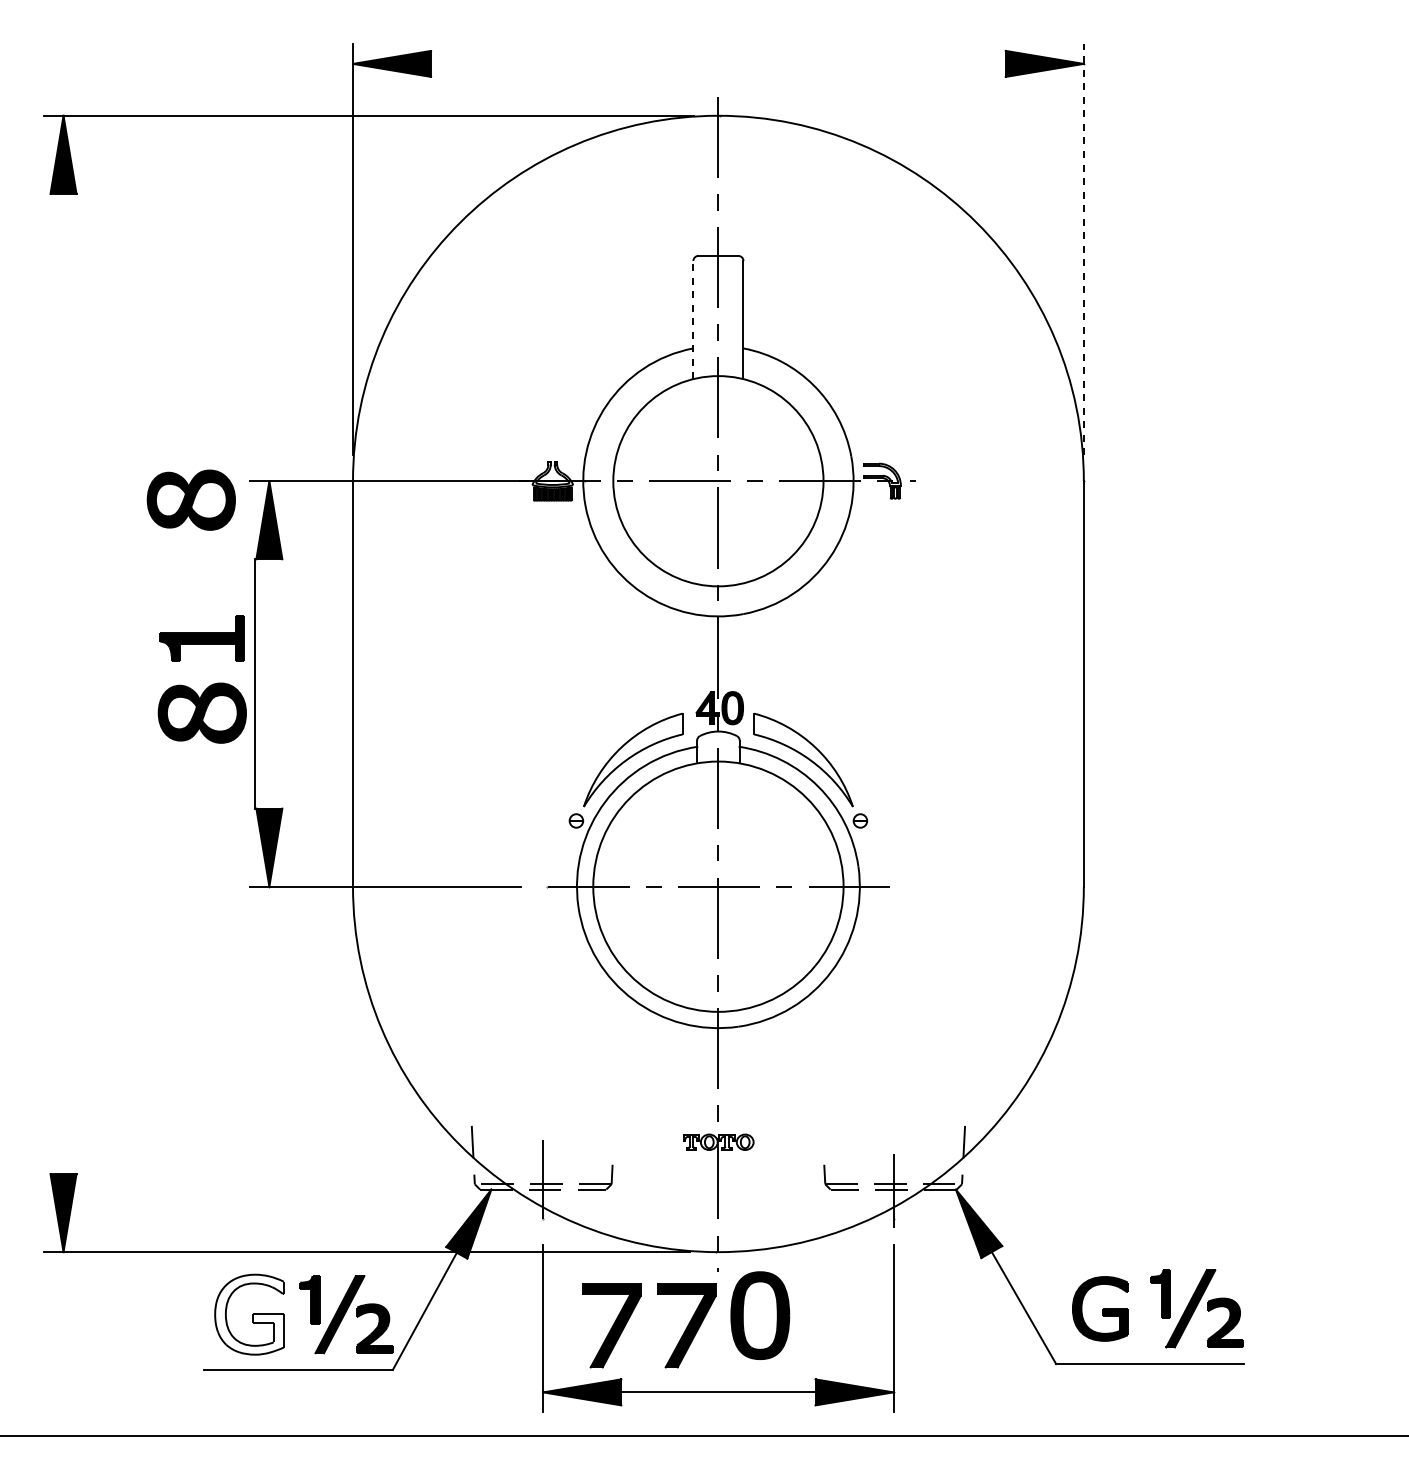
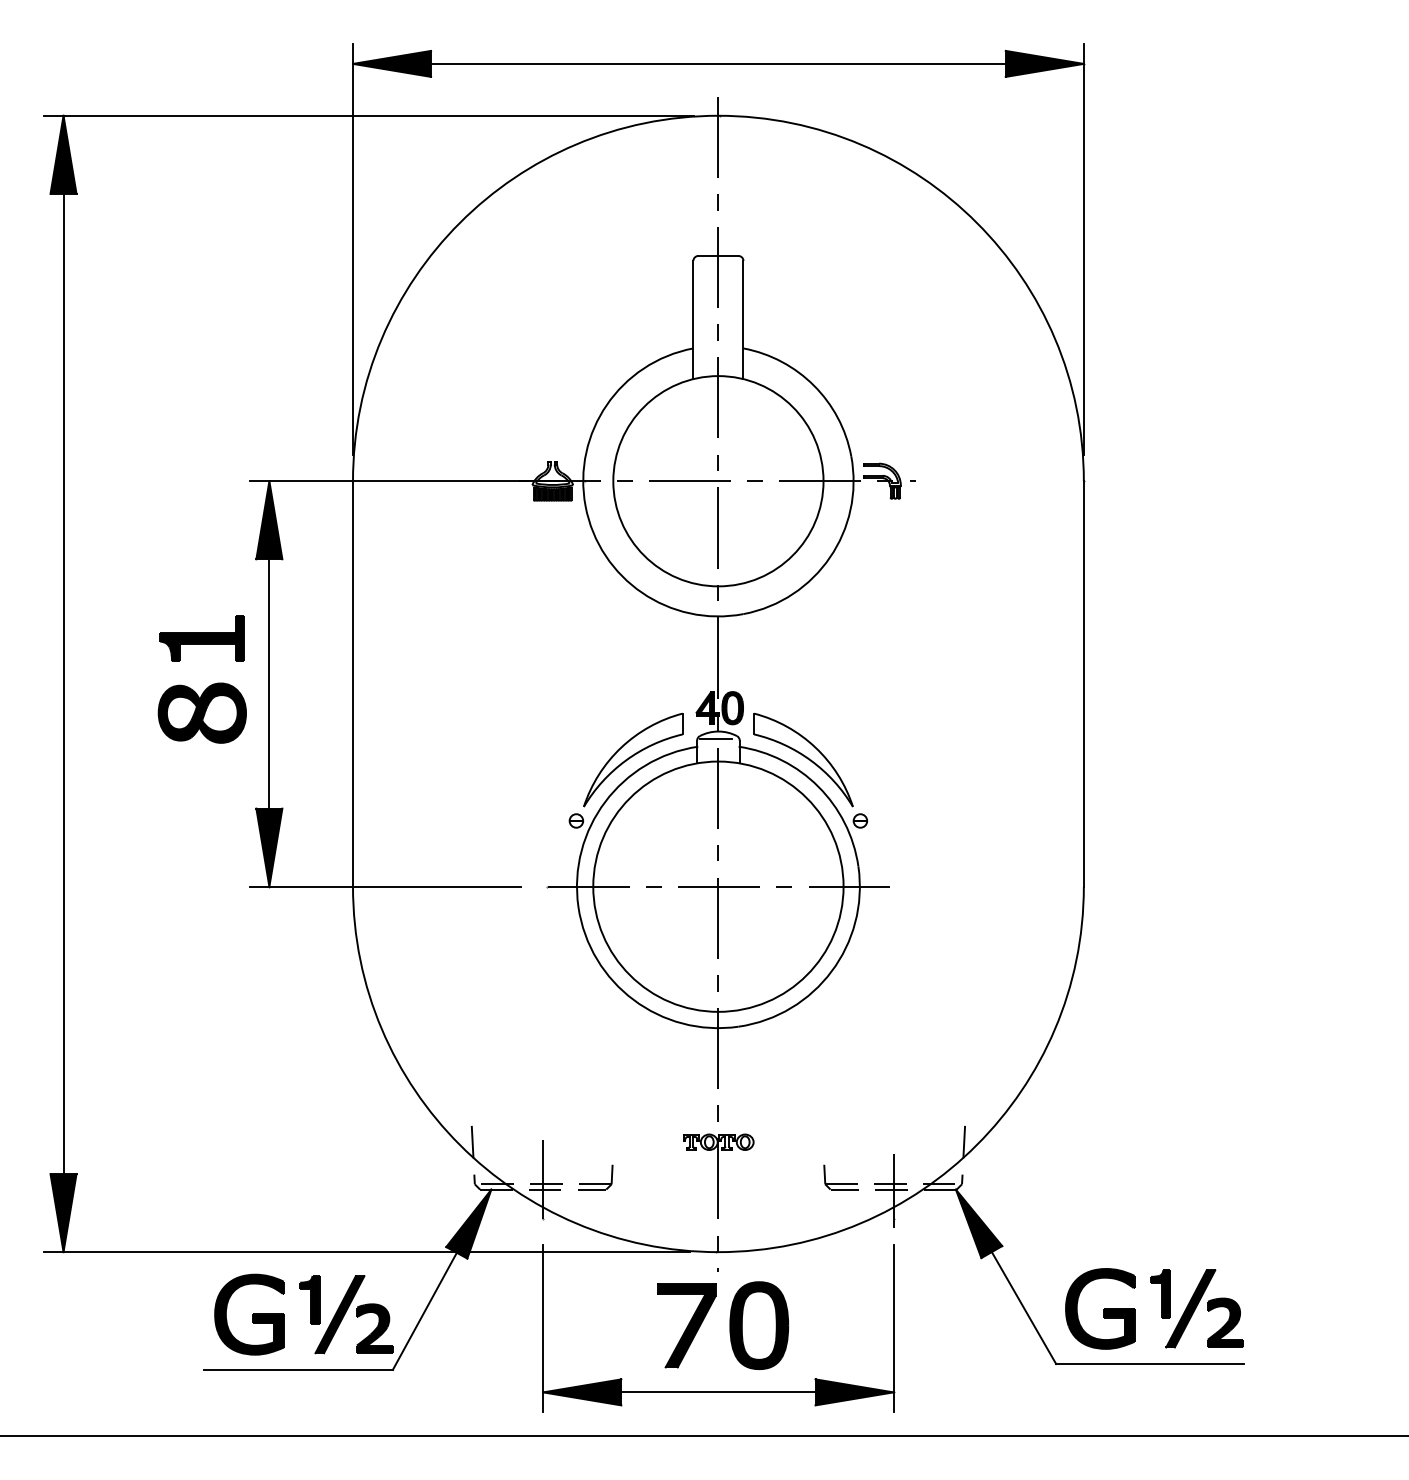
line at (718, 63): none -> present
line at (1083, 249): dashed -> solid
line at (693, 319): dashed -> solid
part at (190, 499): present -> none
line at (63, 683): none -> present
line at (255, 683) position: (255, 683) -> (269, 683)
line at (716, 738): none -> present
part at (1100, 1308) size: 57x66 px -> 71x82 px
fill at (249, 1314): none -> present
part at (760, 1315) position: (760, 1315) -> (759, 1325)
part at (611, 1325): present -> none
